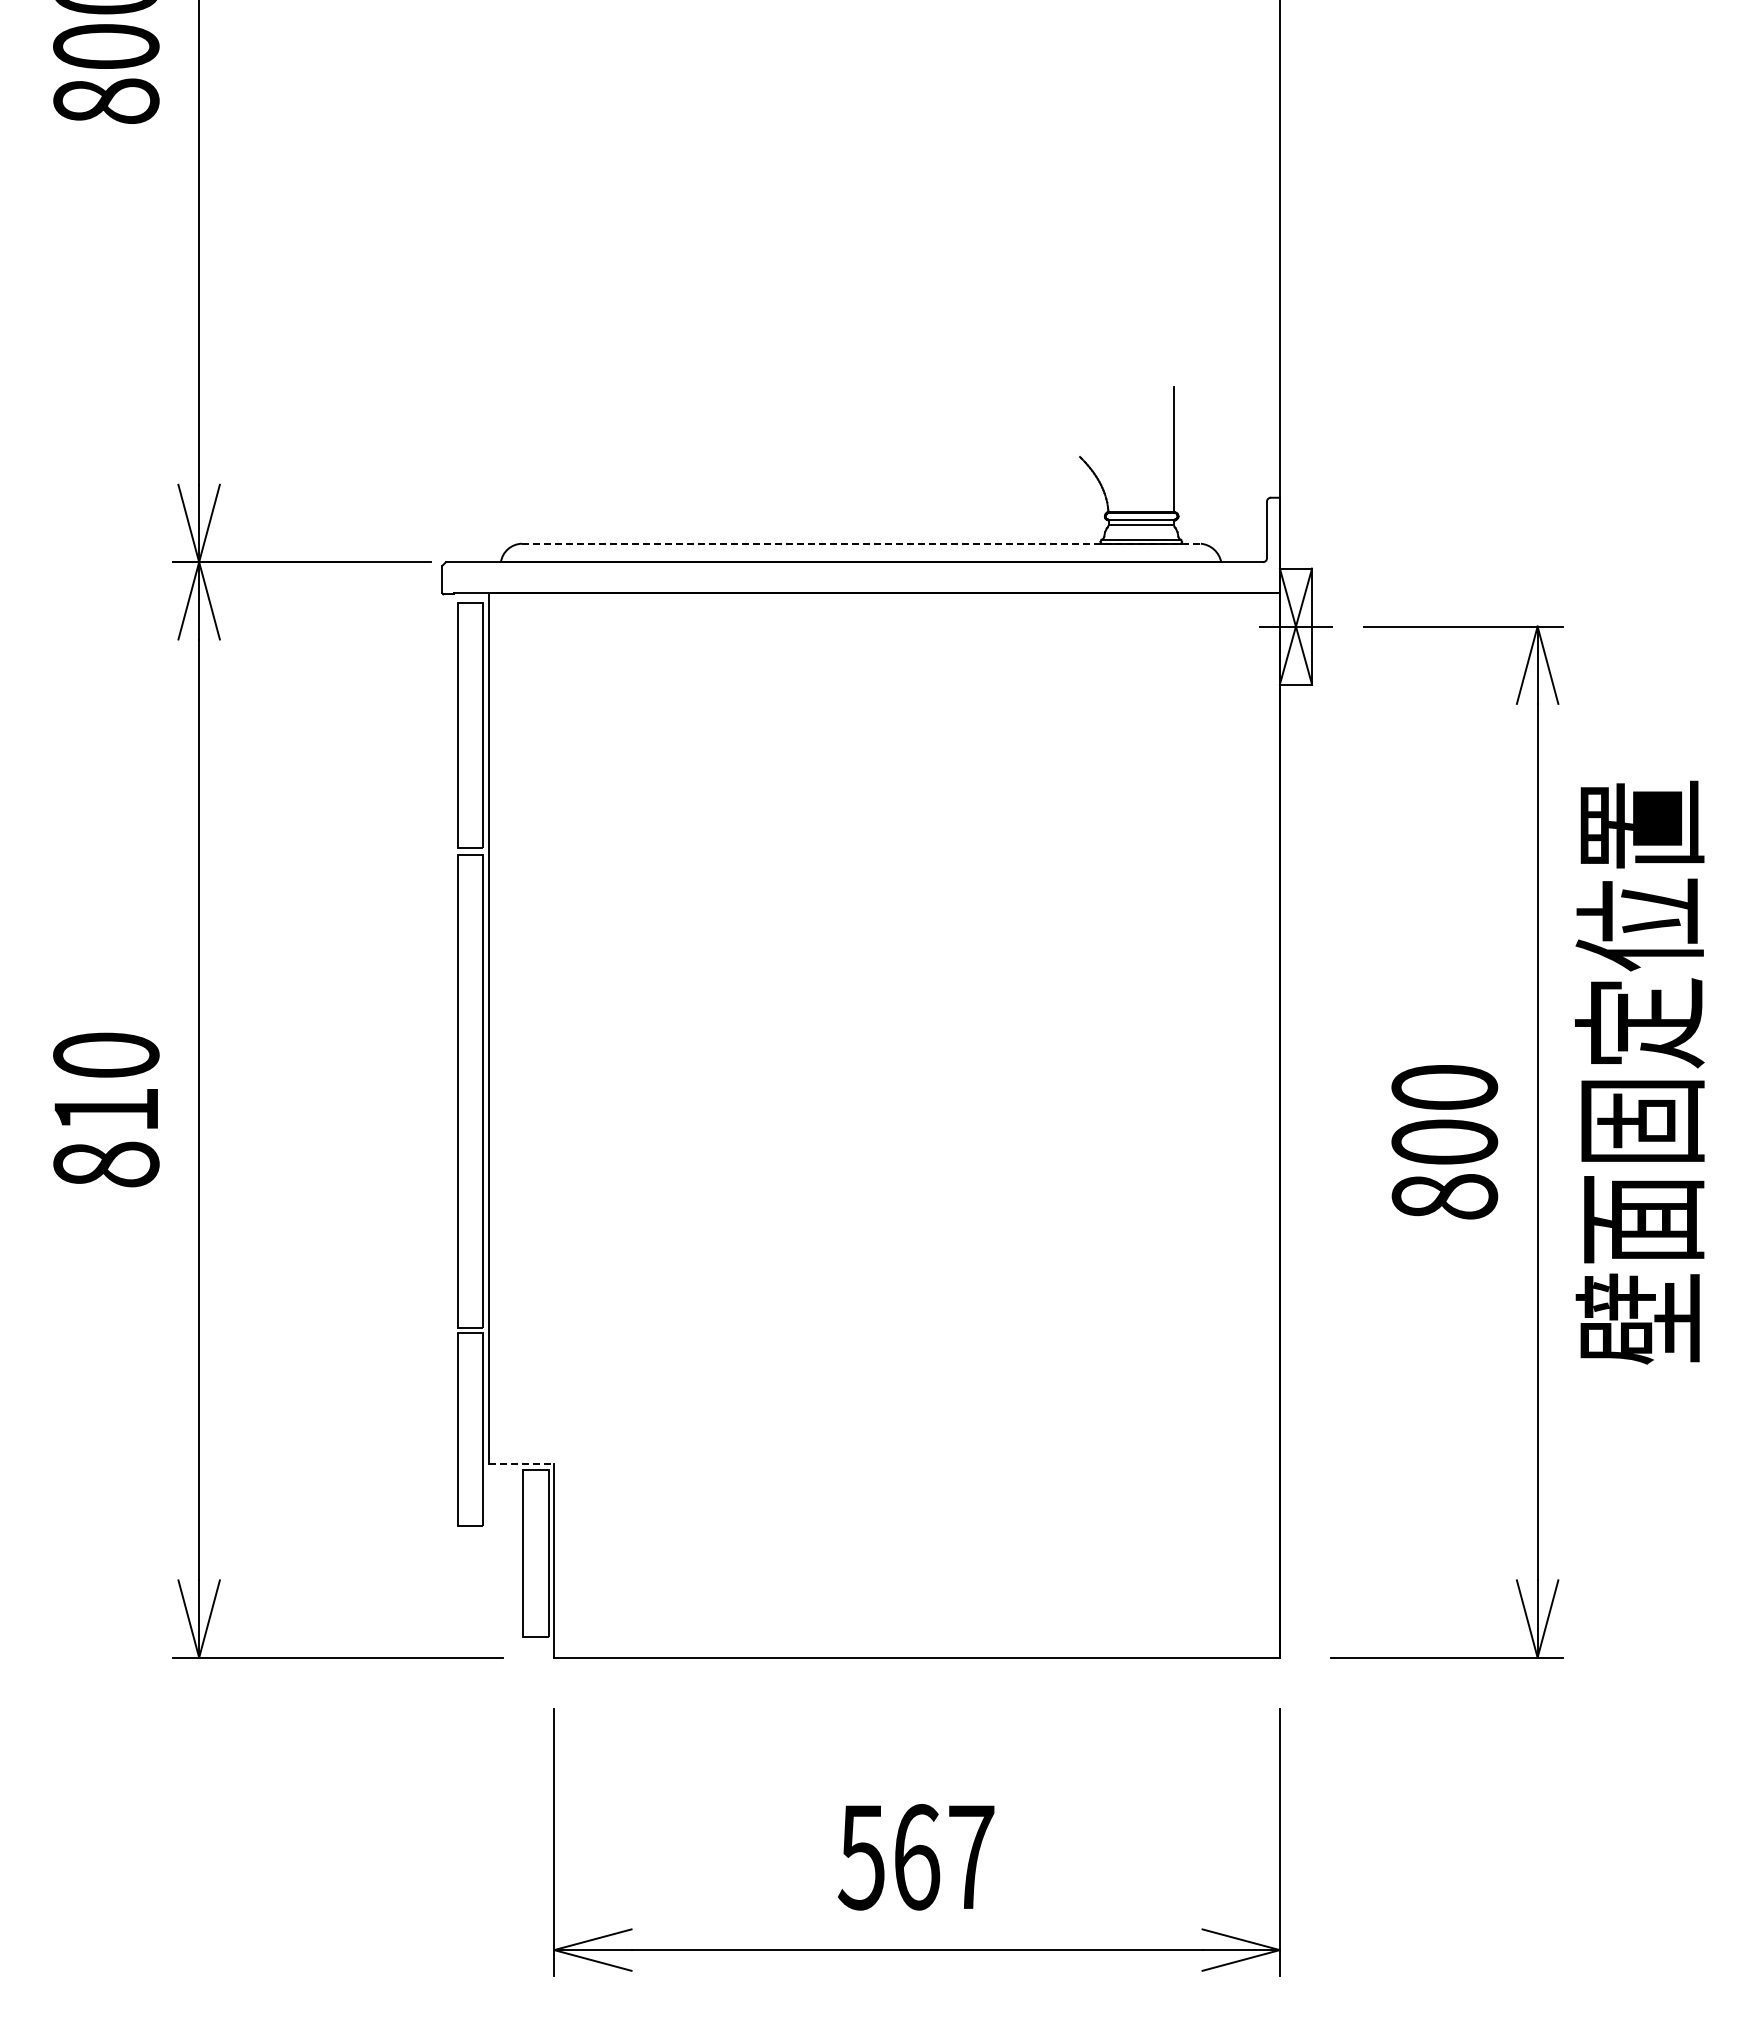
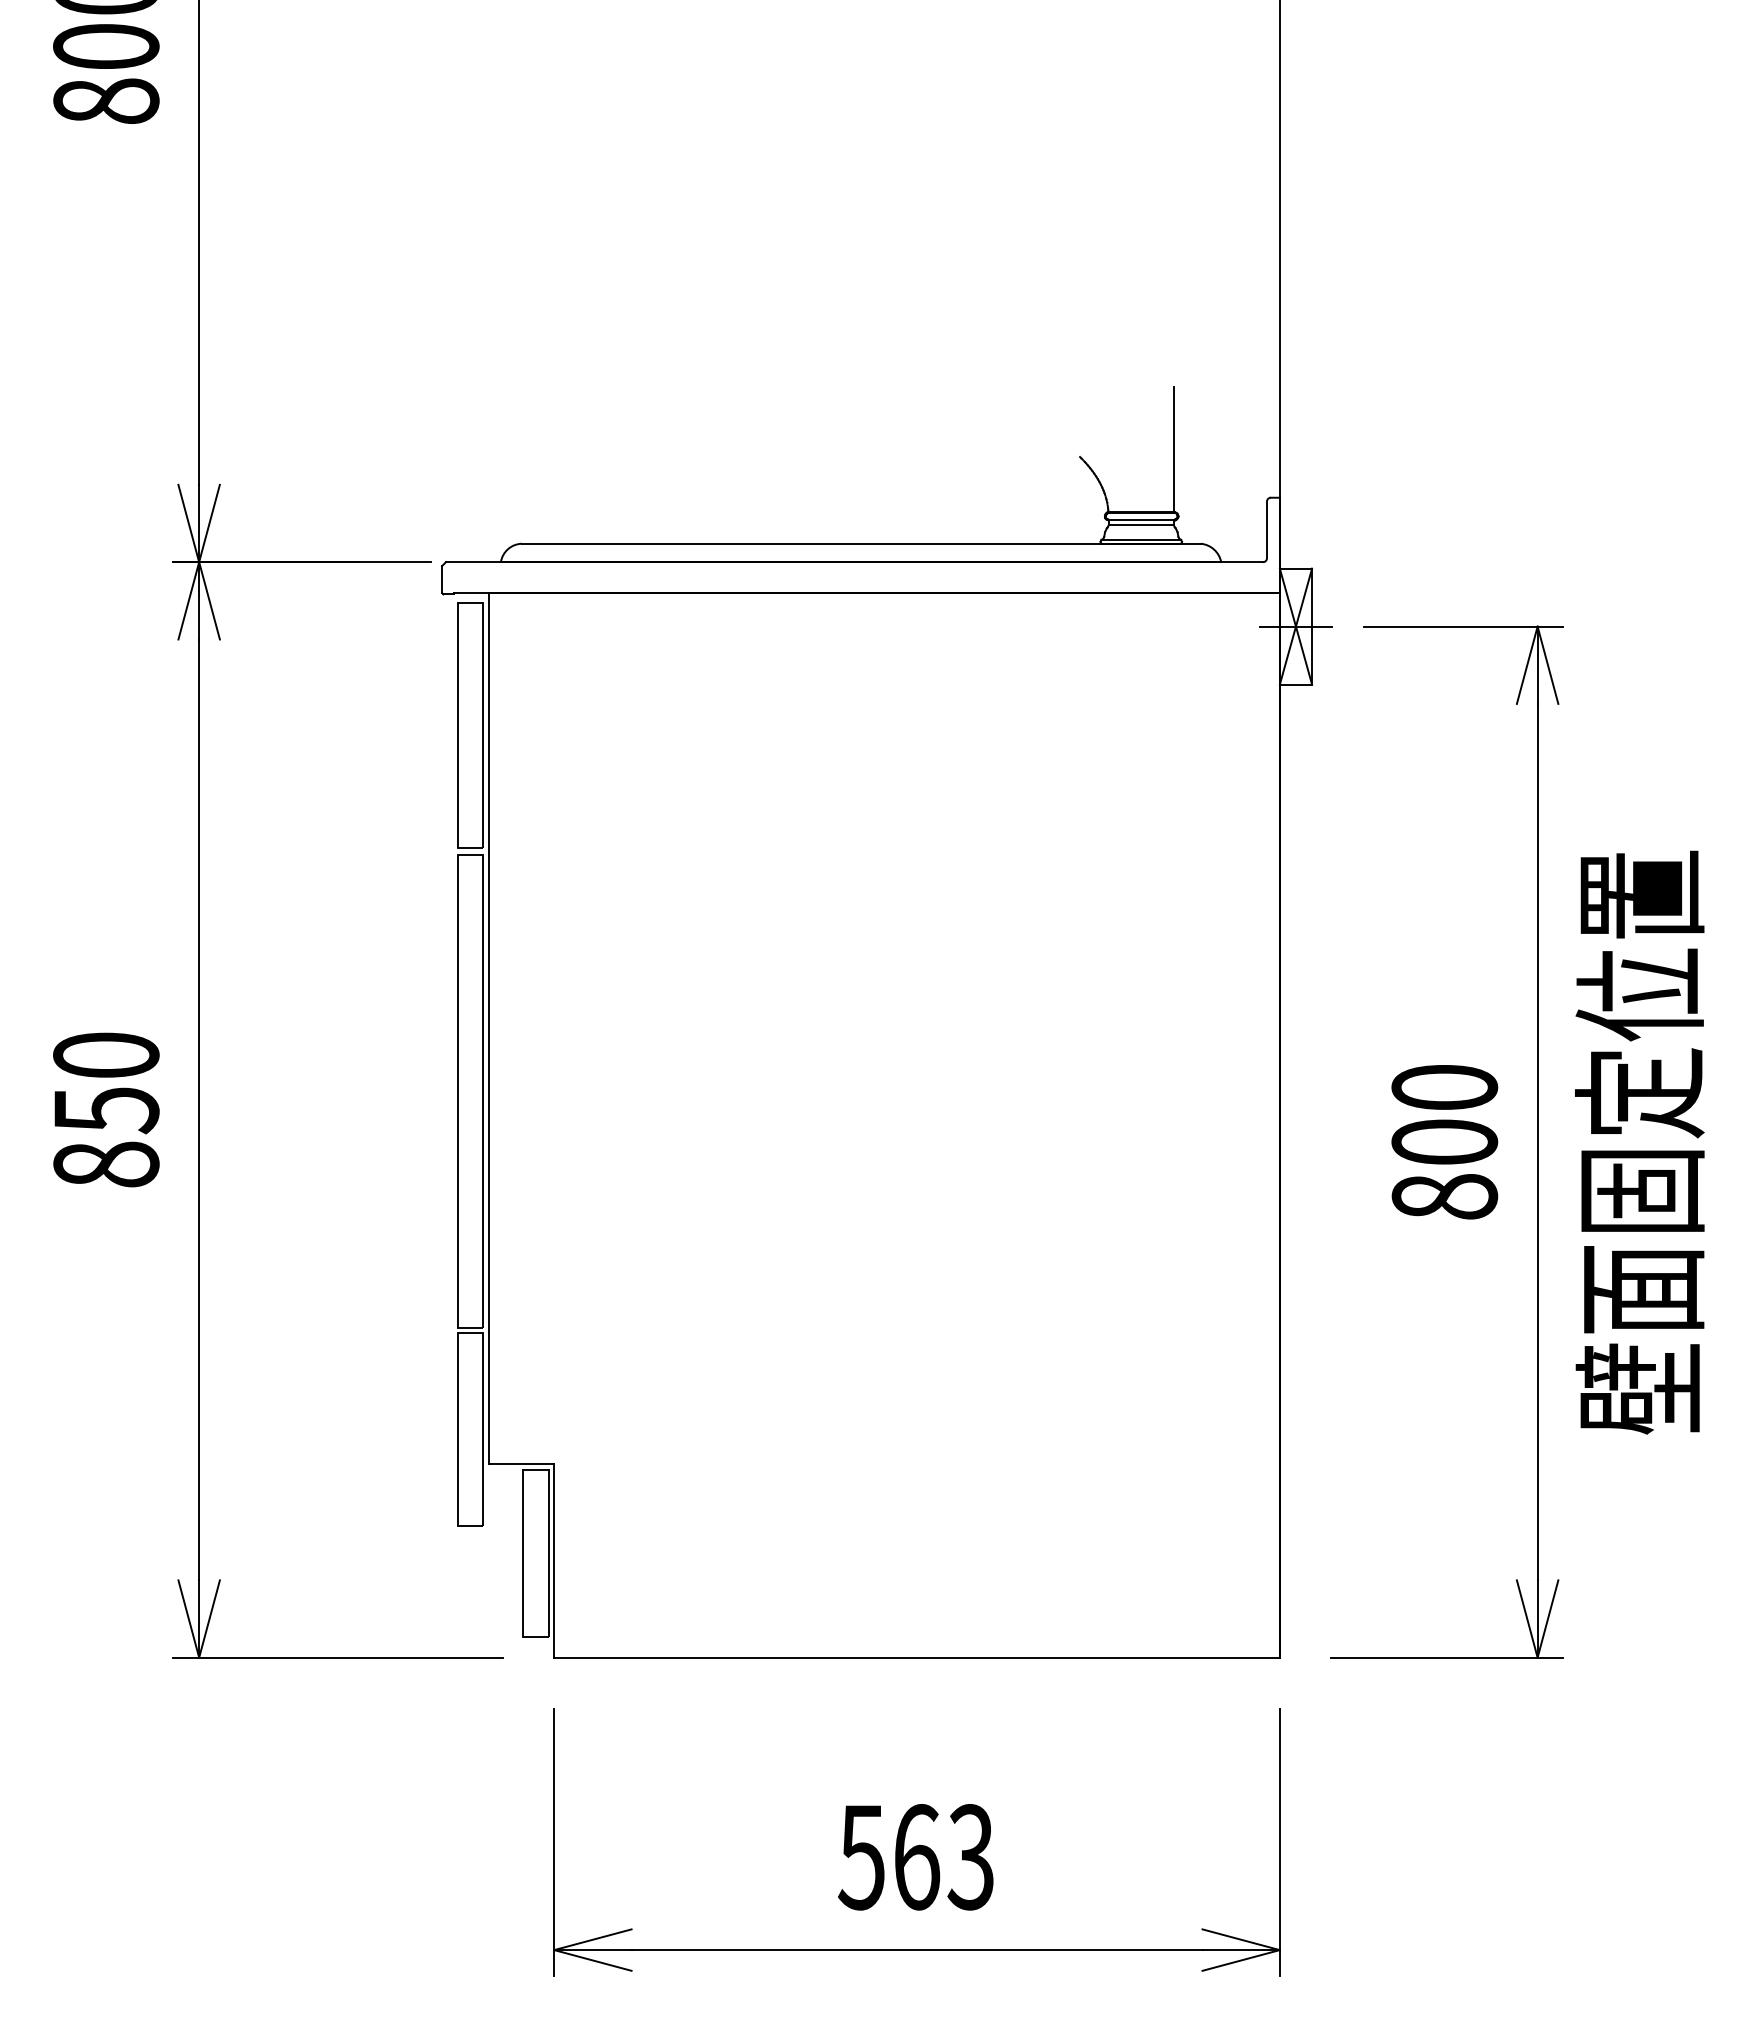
line at (861, 543): dashed -> solid
text at (1639, 1072) position: (1639, 1072) -> (1639, 1142)
text at (106, 1110): 810 -> 850
line at (521, 1464): dashed -> solid
text at (970, 1857): 567 -> 563
